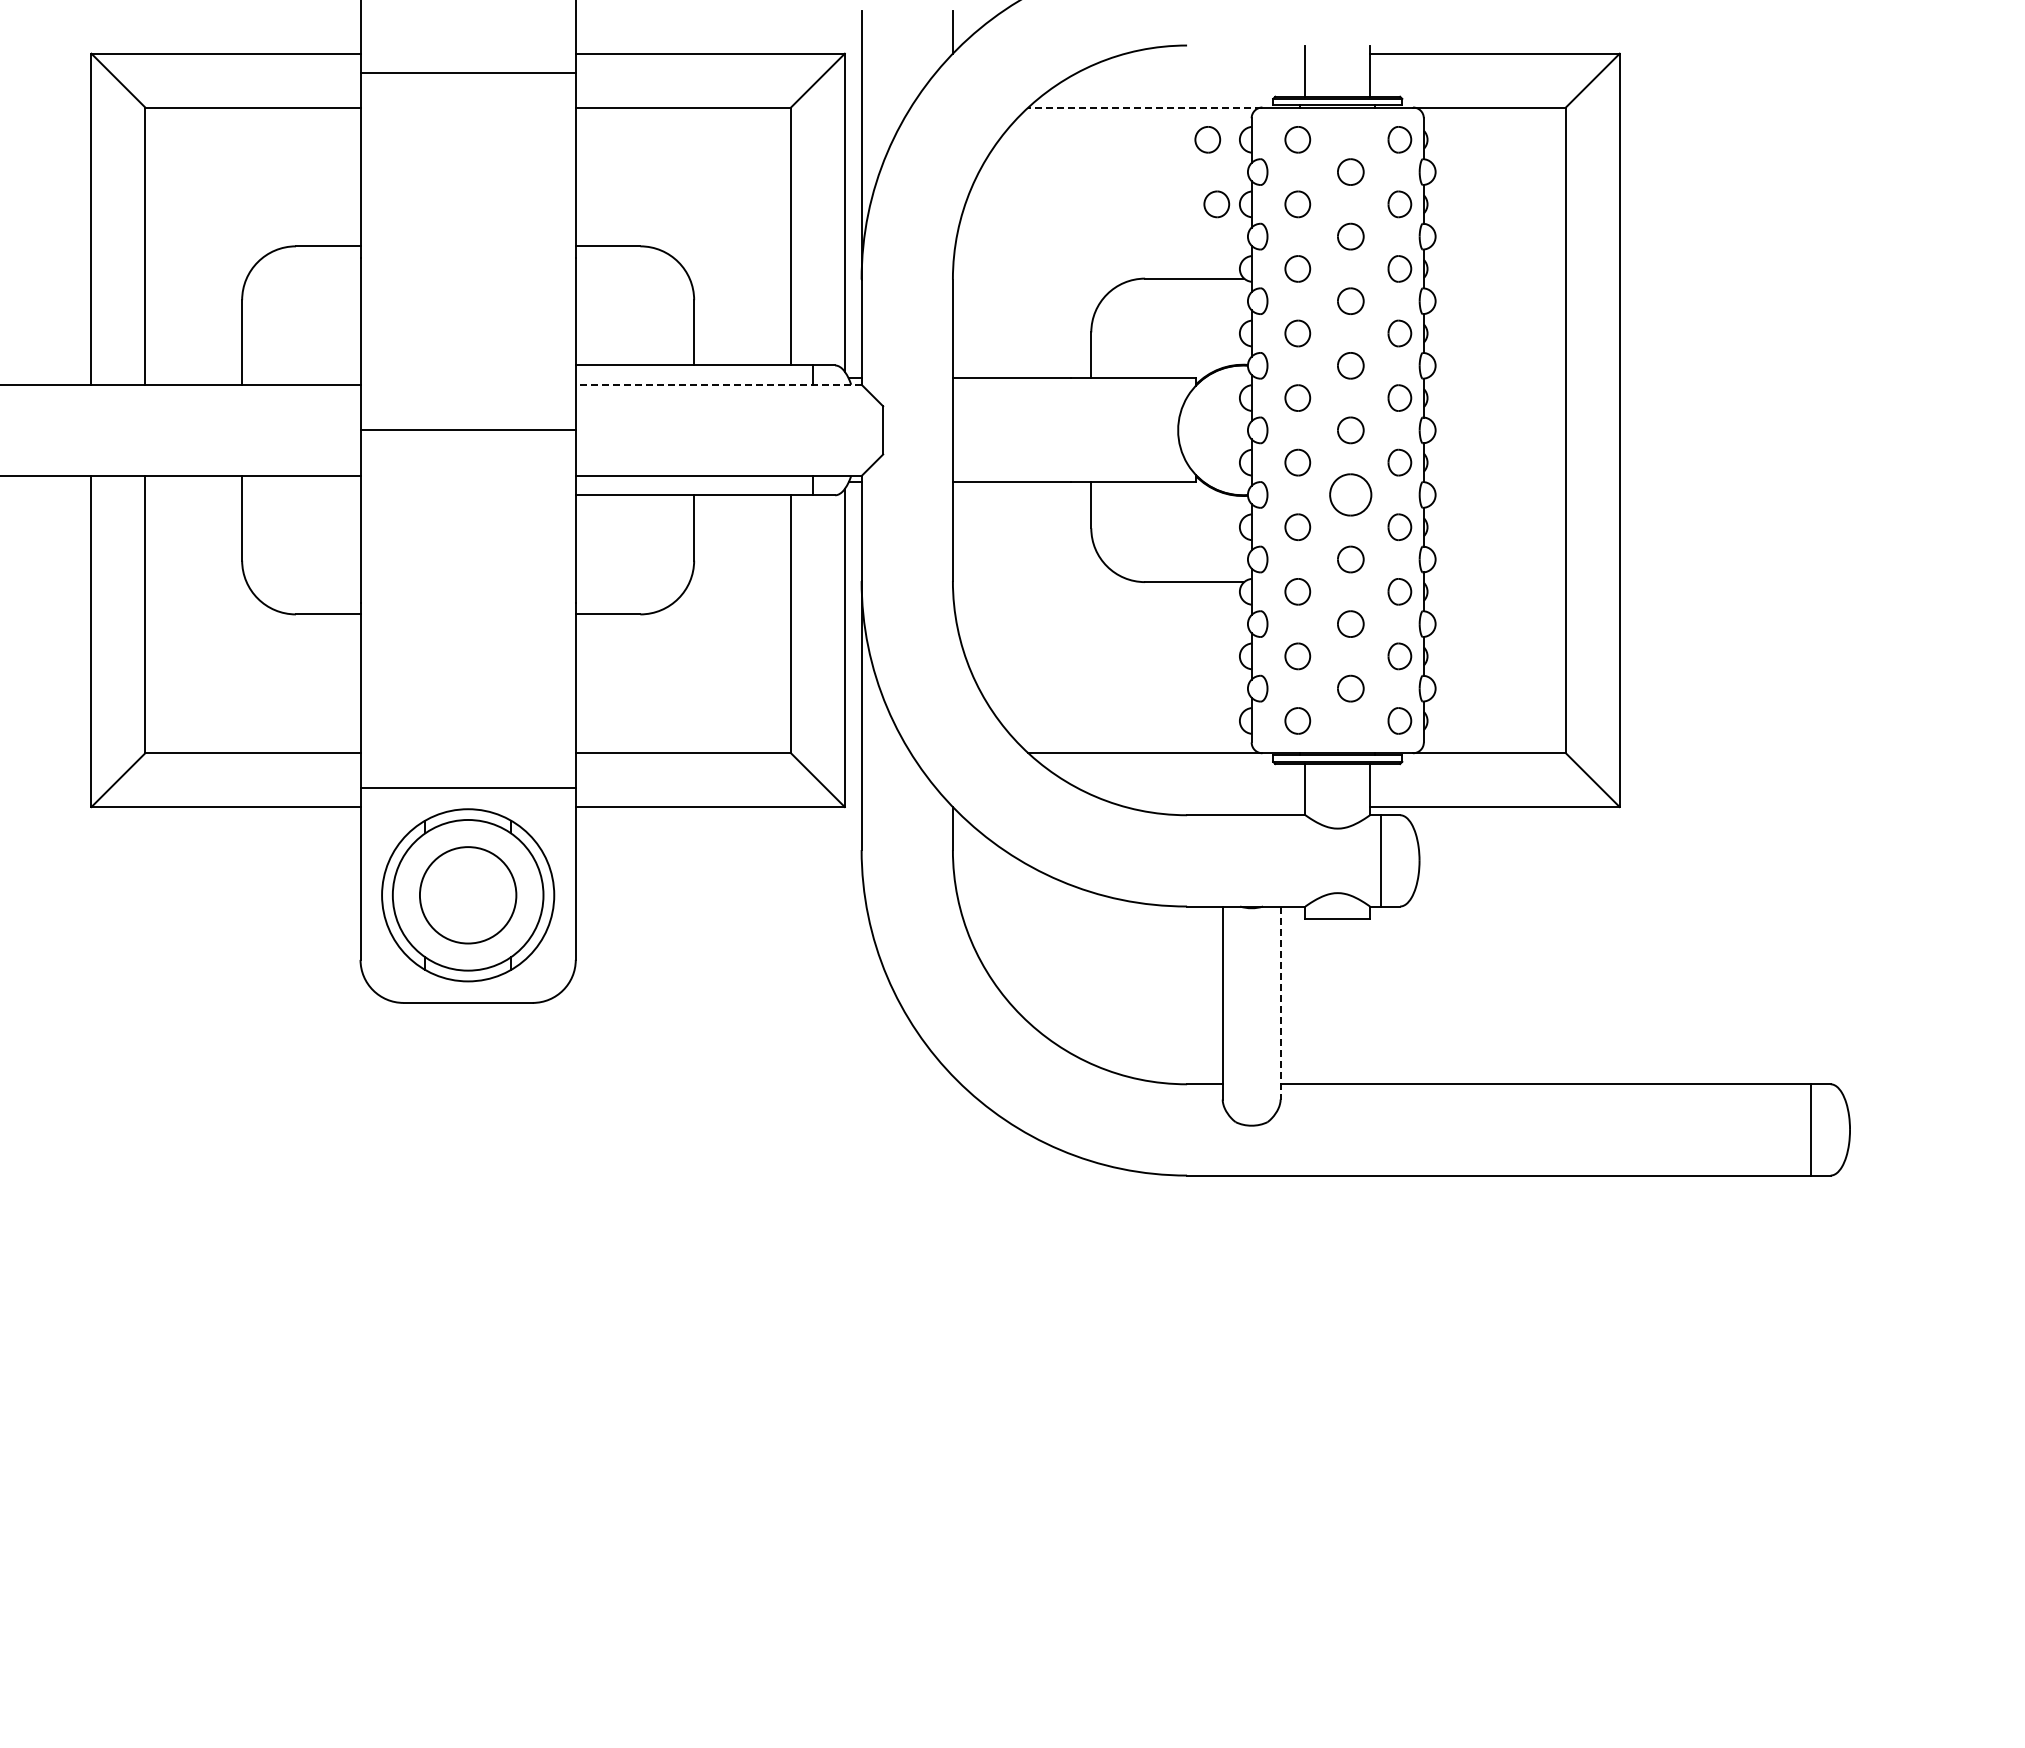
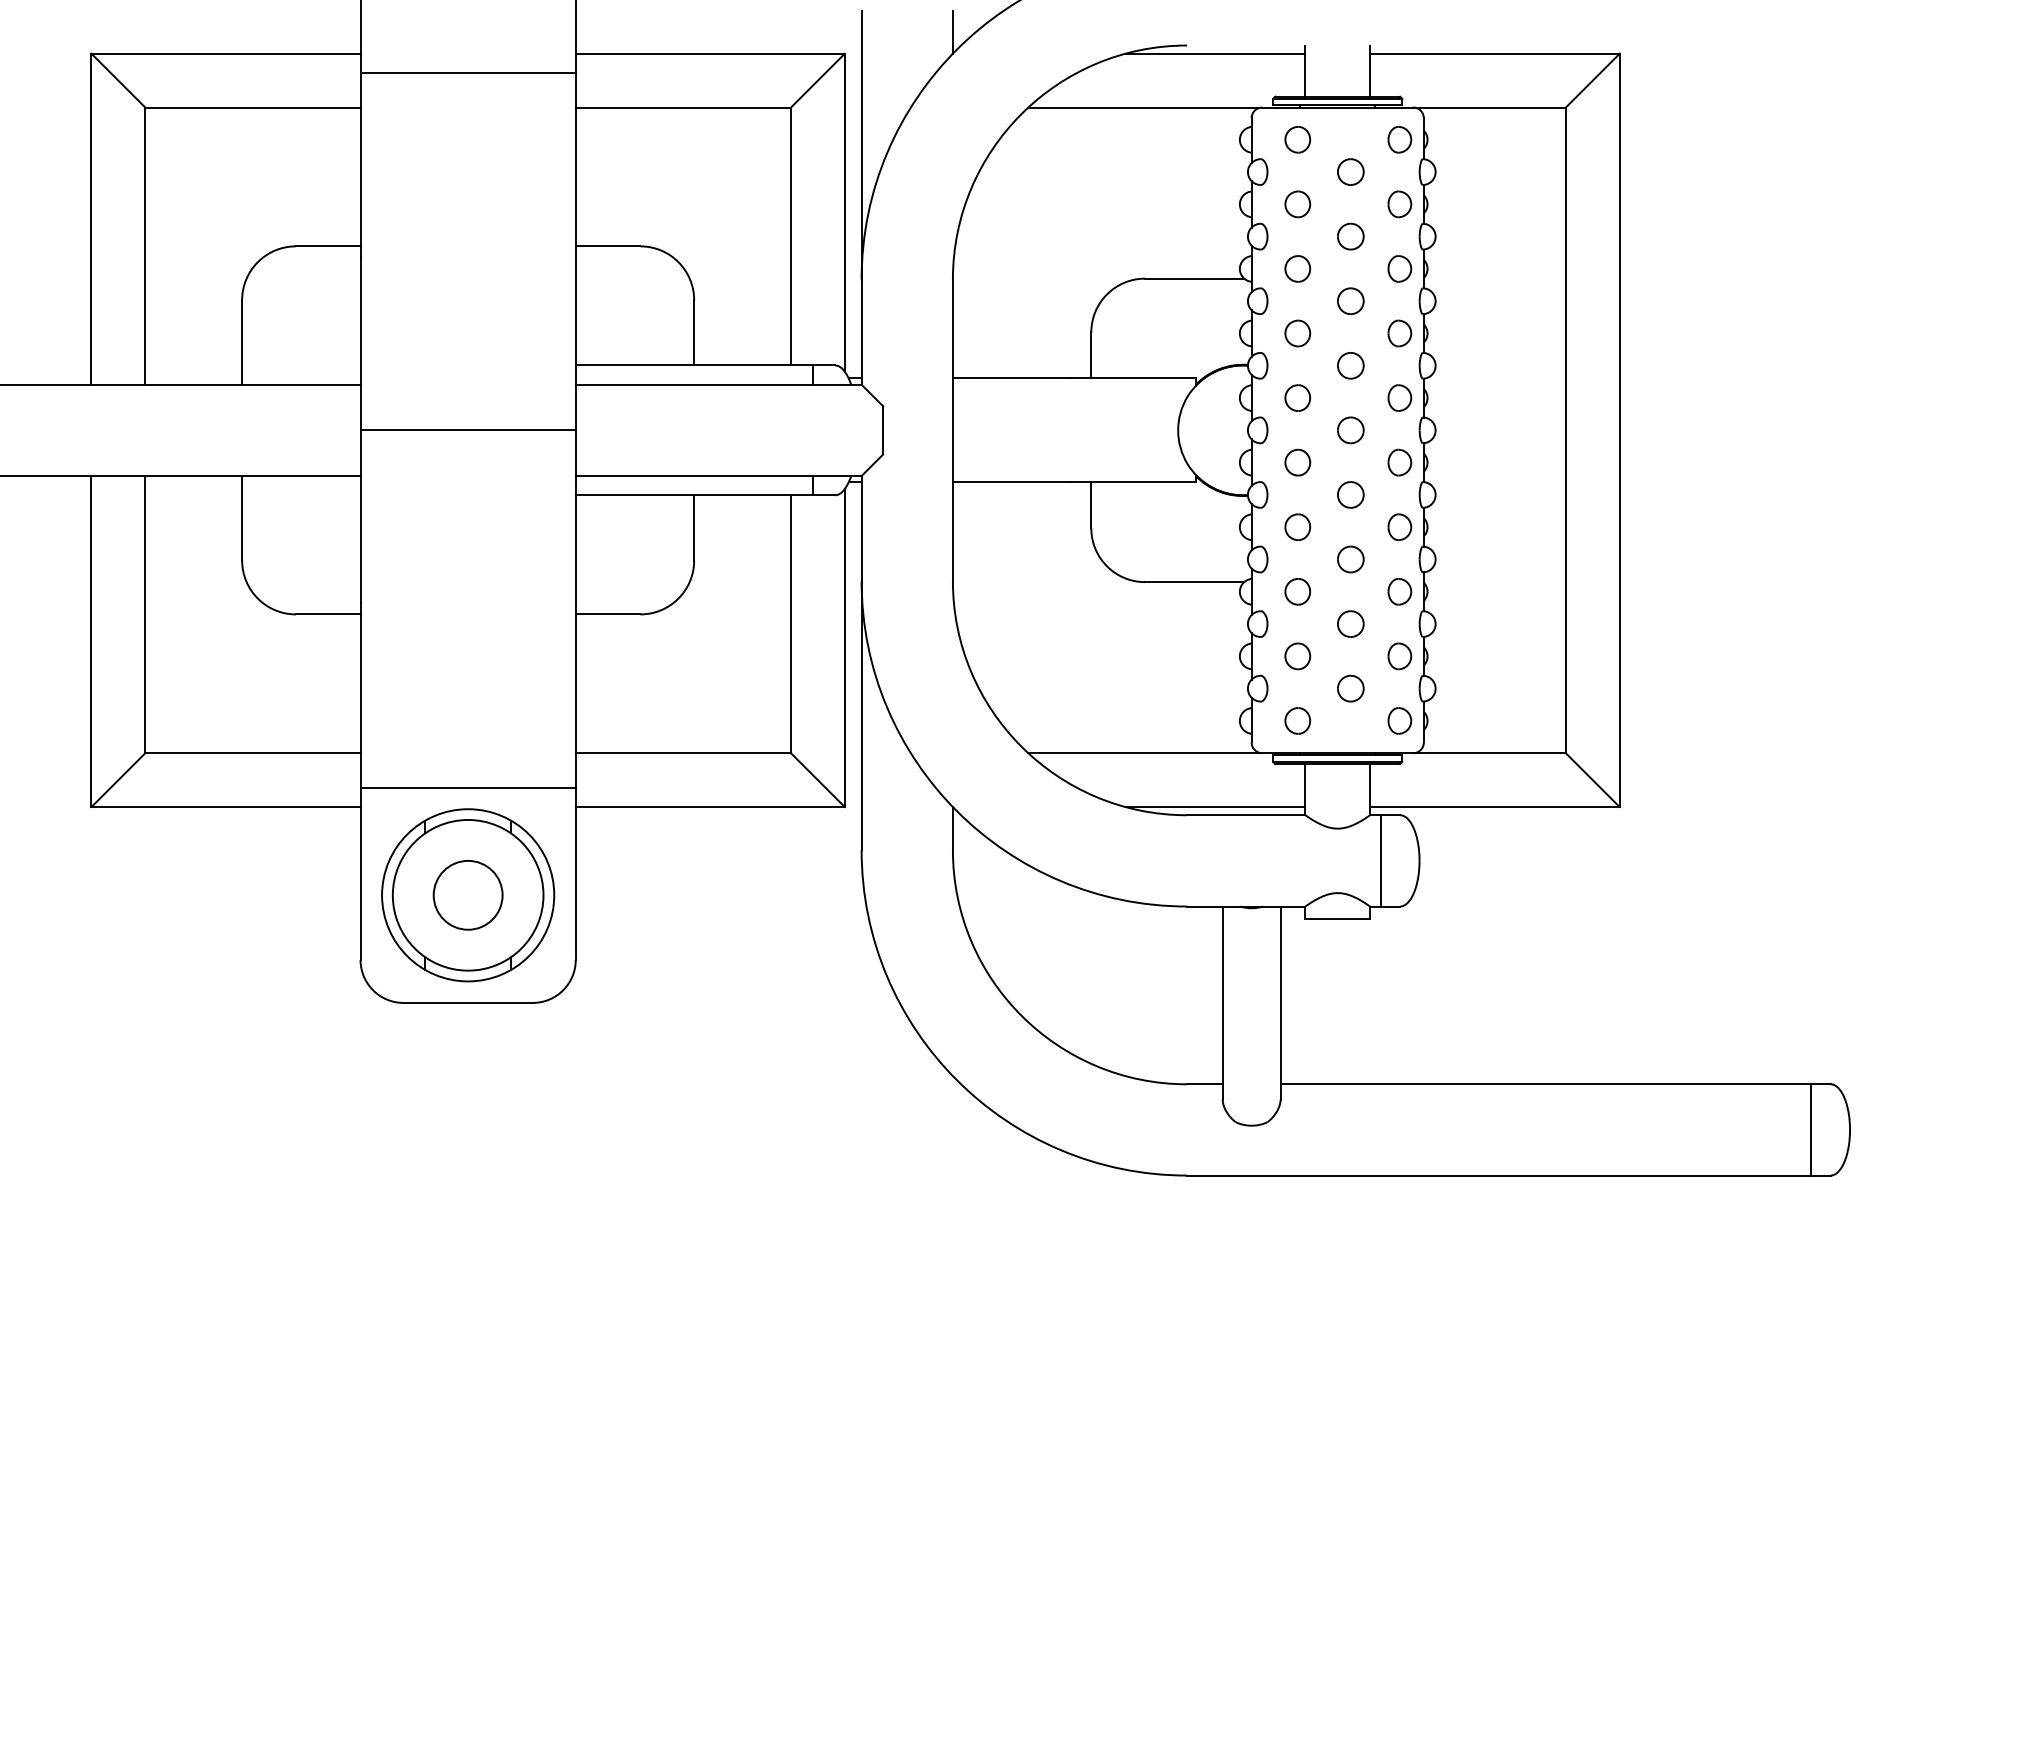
line at (1215, 53): none -> present
line at (1144, 107): dashed -> solid
part at (1207, 139): present -> none
part at (1216, 204): present -> none
line at (718, 384): dashed -> solid
part at (1350, 494) size: 44x44 px -> 28x28 px
line at (1215, 807): none -> present
circle at (467, 895) diameter: 96 px -> 69 px
line at (1280, 1003): dashed -> solid
